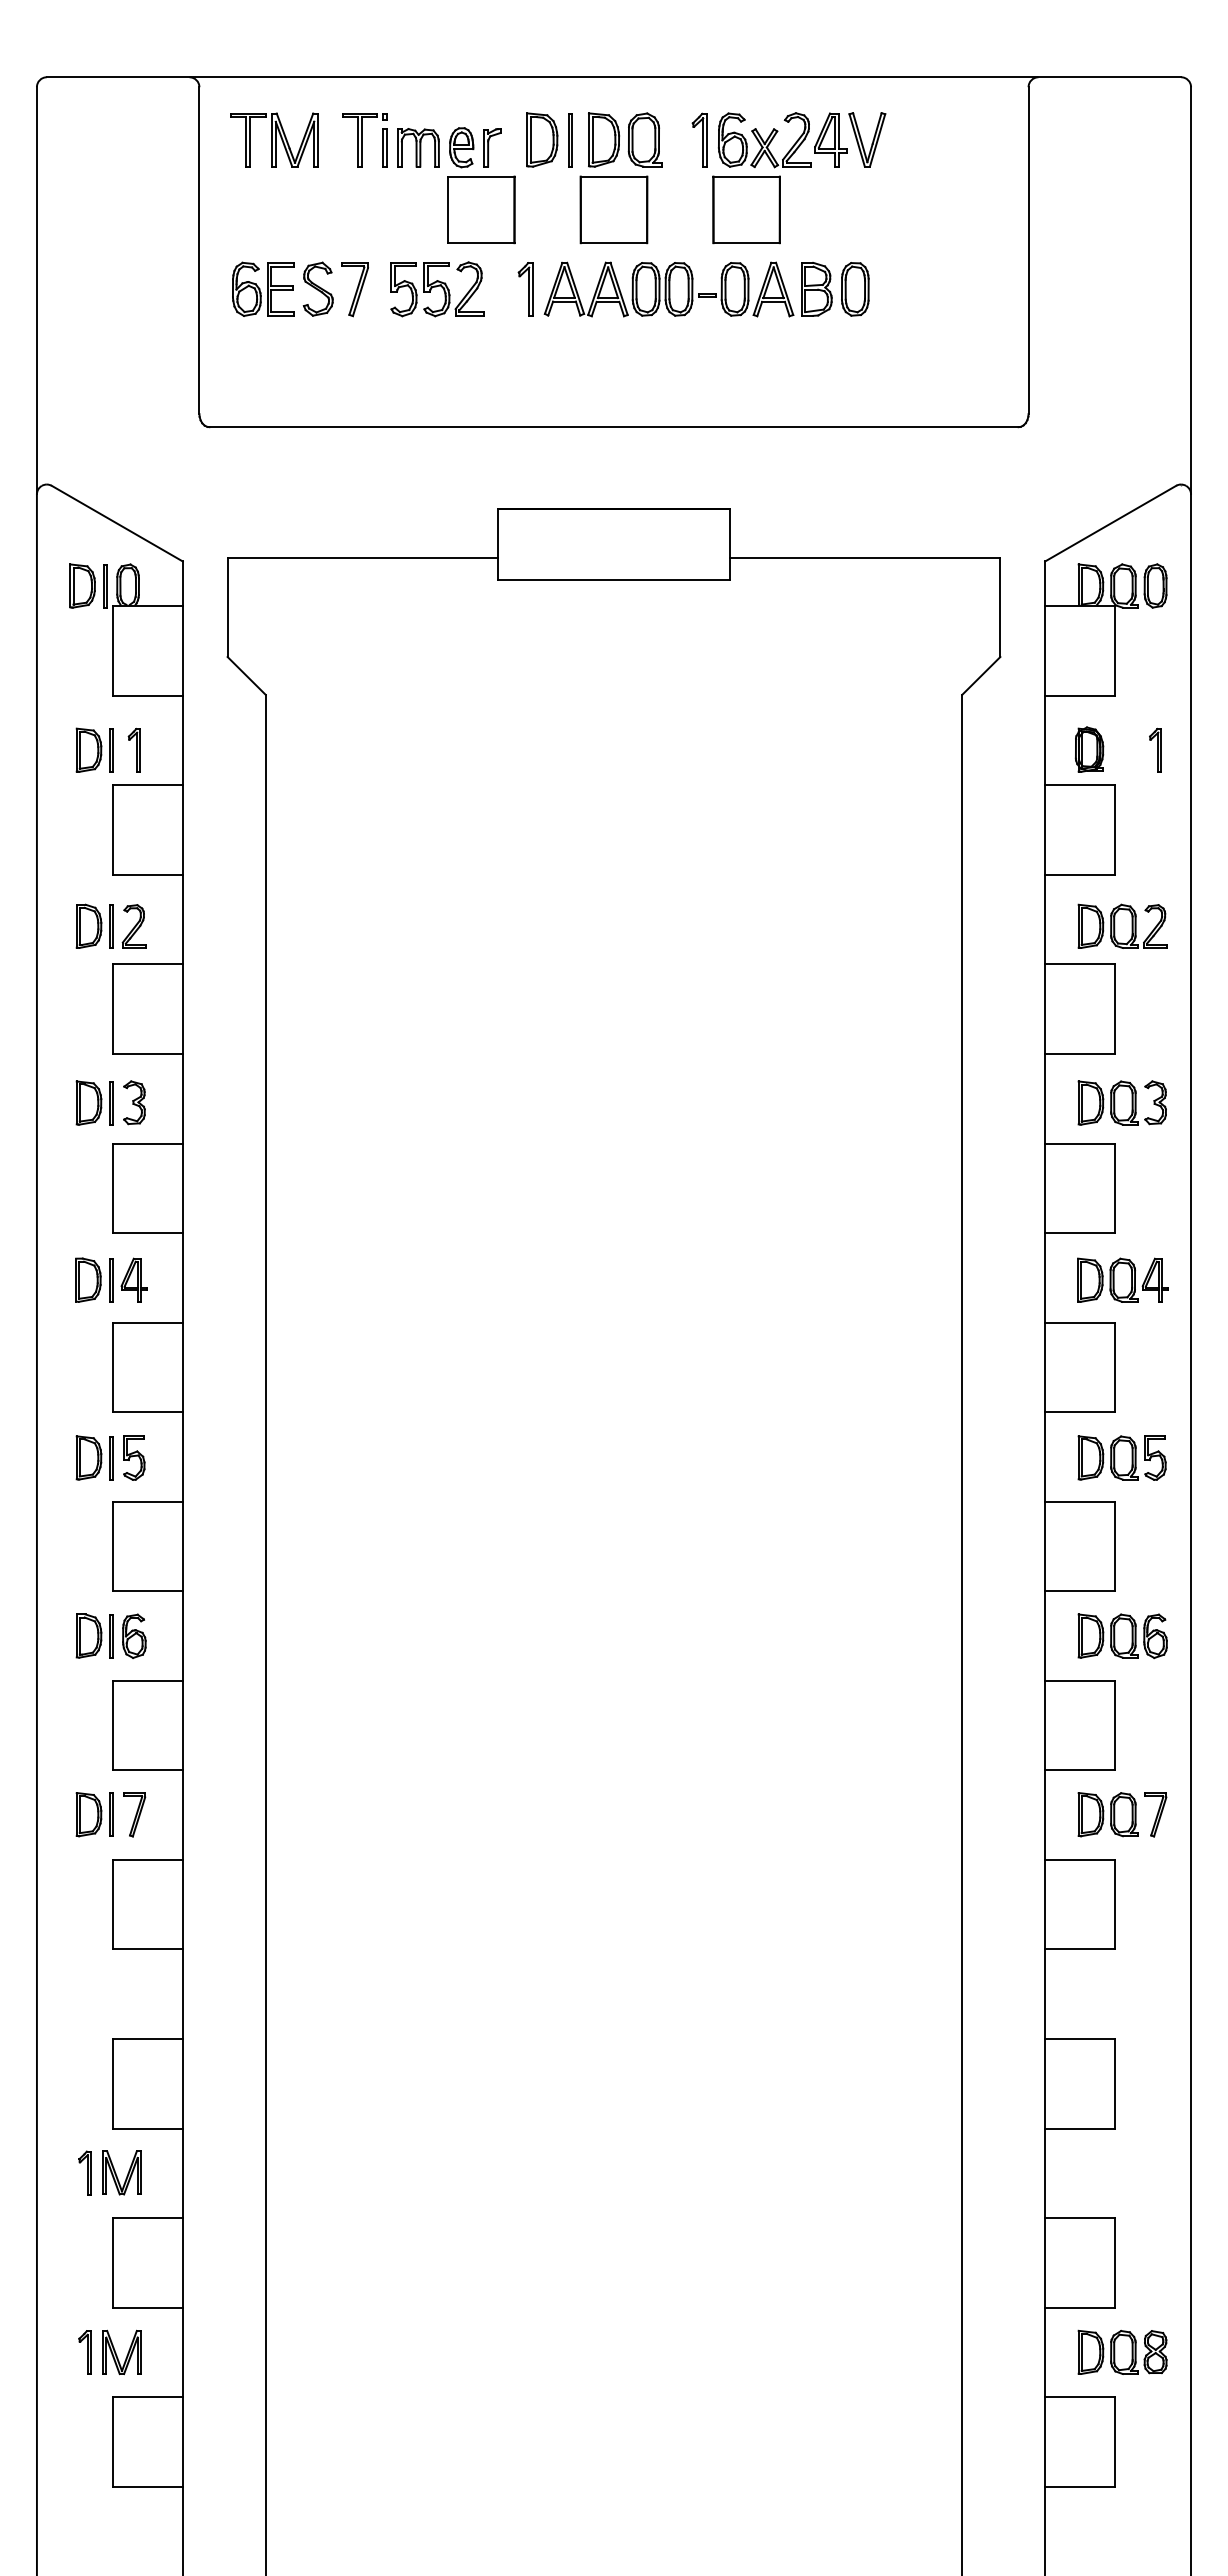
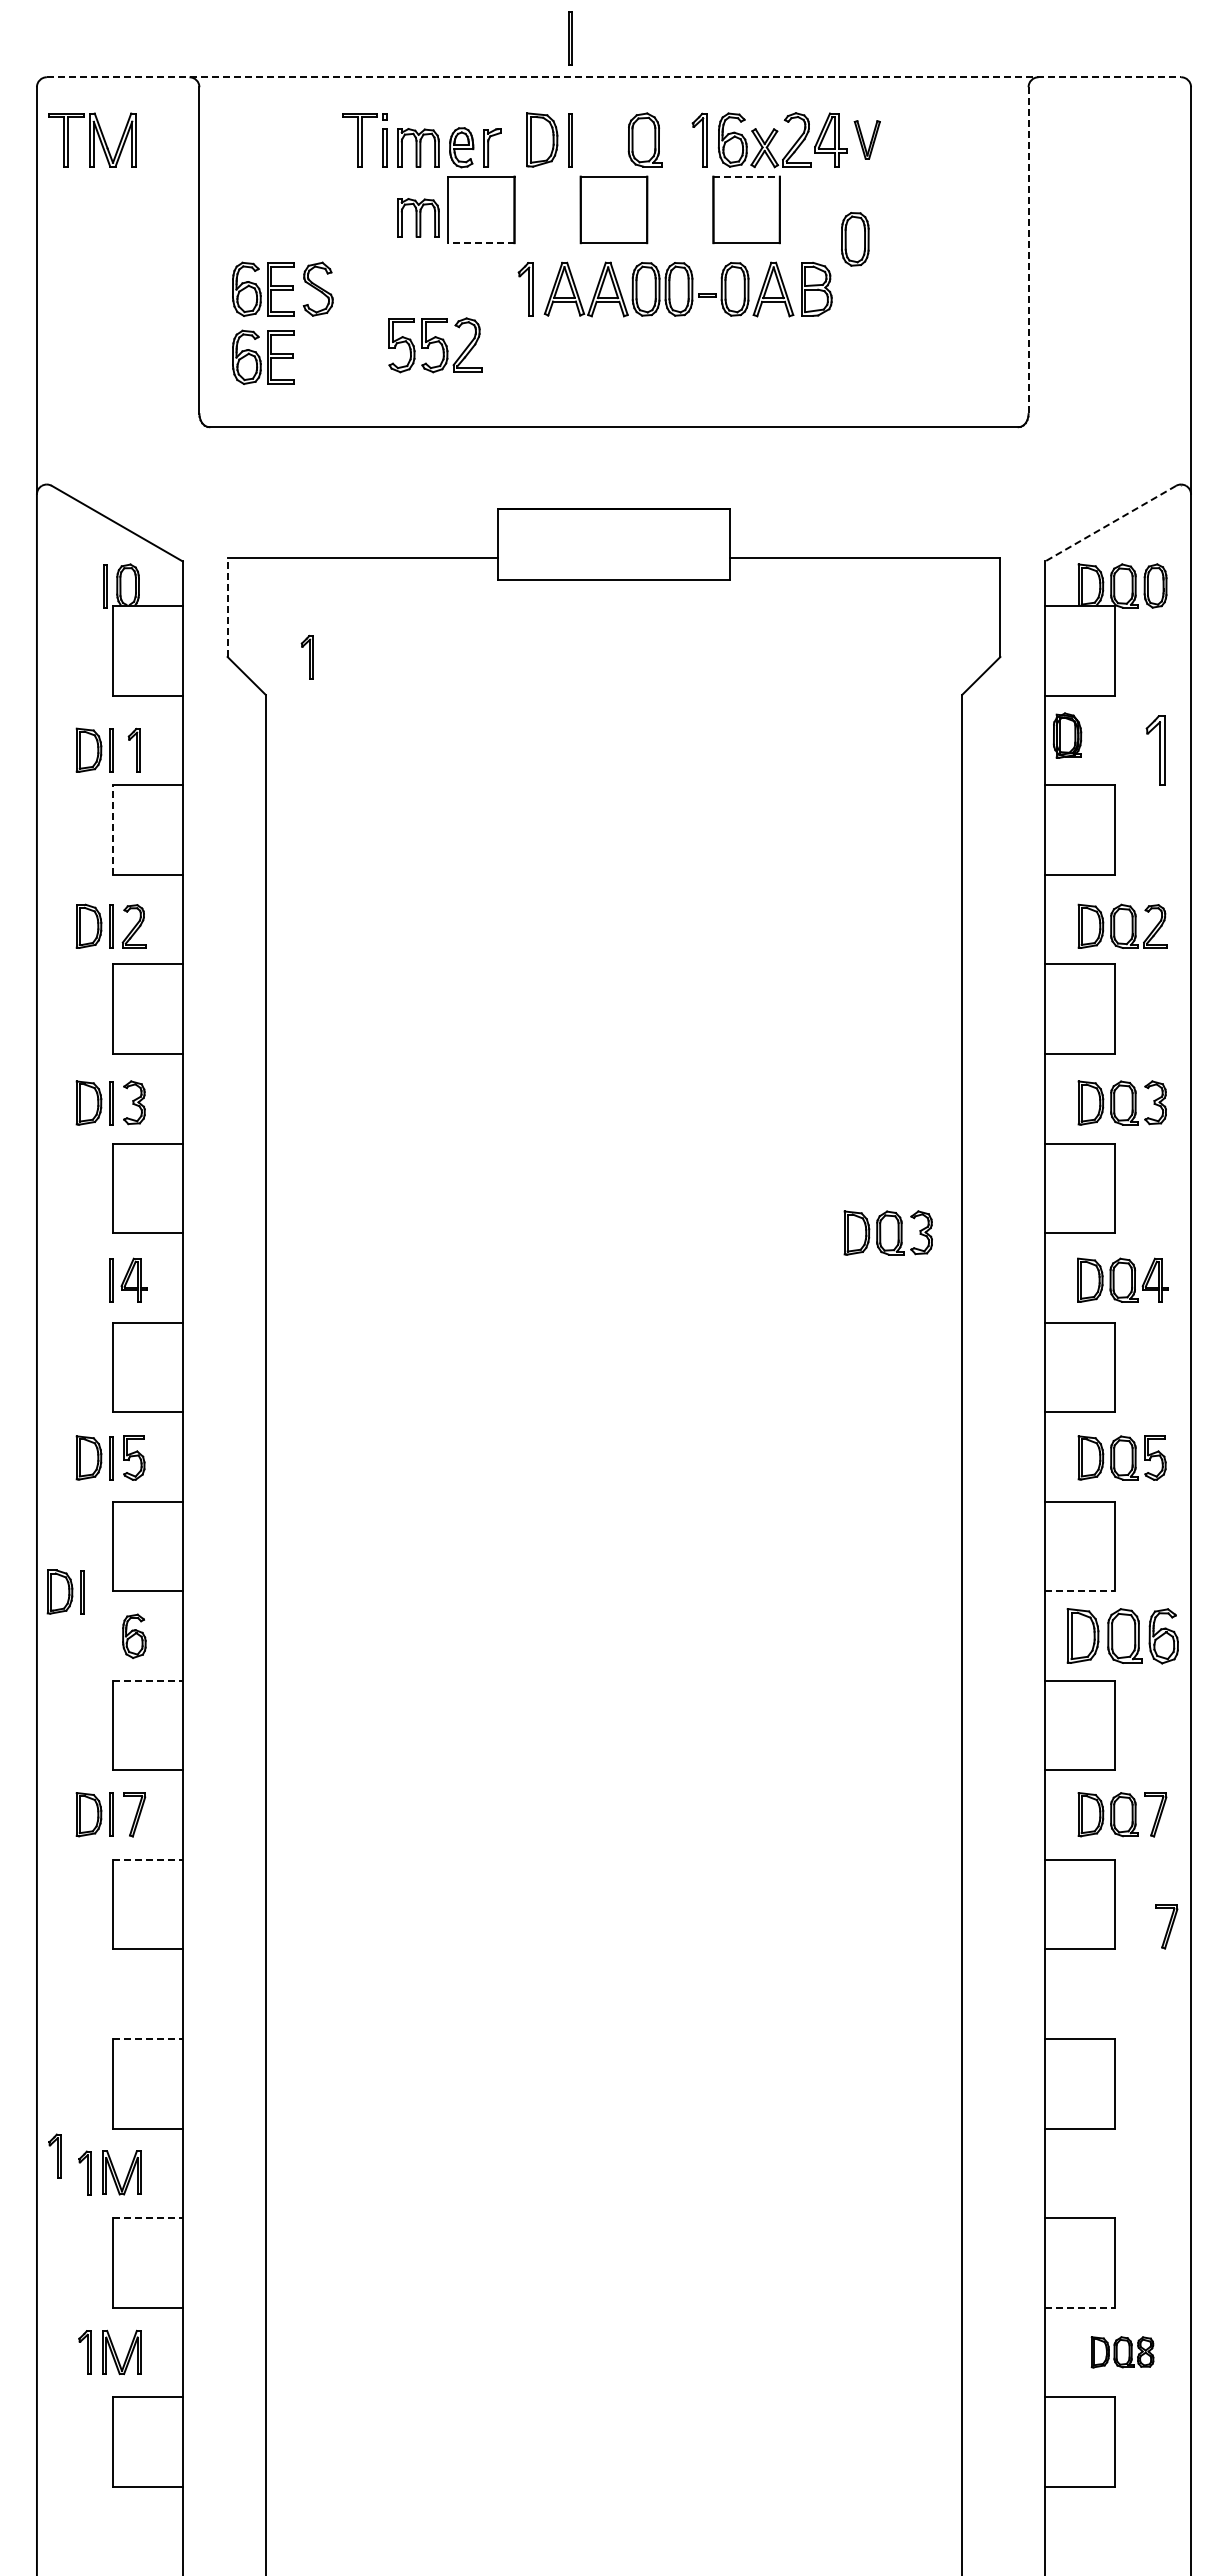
line at (569, 38): none -> present
line at (614, 77): solid -> dashed
part at (274, 139) position: (274, 139) -> (92, 139)
part at (604, 139): present -> none
part at (867, 139) size: 39x56 px -> 28x40 px
line at (747, 176): solid -> dashed
part at (418, 217): none -> present
line at (480, 243): solid -> dashed
line at (1028, 251): solid -> dashed
part at (354, 289): present -> none
part at (437, 289) position: (437, 289) -> (435, 345)
part at (855, 289) position: (855, 289) -> (855, 239)
part at (263, 356): none -> present
line at (1110, 523): solid -> dashed
part at (82, 585): present -> none
line at (227, 607): solid -> dashed
part at (306, 656): none -> present
part at (1089, 749) position: (1089, 749) -> (1067, 735)
part at (1155, 749) size: 13x46 px -> 21x71 px
line at (112, 830): solid -> dashed
part at (887, 1232): none -> present
part at (88, 1279): present -> none
line at (1080, 1591): solid -> dashed
part at (94, 1635) position: (94, 1635) -> (65, 1591)
part at (1122, 1636) size: 91x47 px -> 113x57 px
line at (147, 1680): solid -> dashed
line at (147, 1859): solid -> dashed
part at (1166, 1926): none -> present
line at (147, 2039): solid -> dashed
part at (54, 2155): none -> present
line at (147, 2218): solid -> dashed
line at (1080, 2307): solid -> dashed
part at (1122, 2351) size: 91x46 px -> 65x33 px
